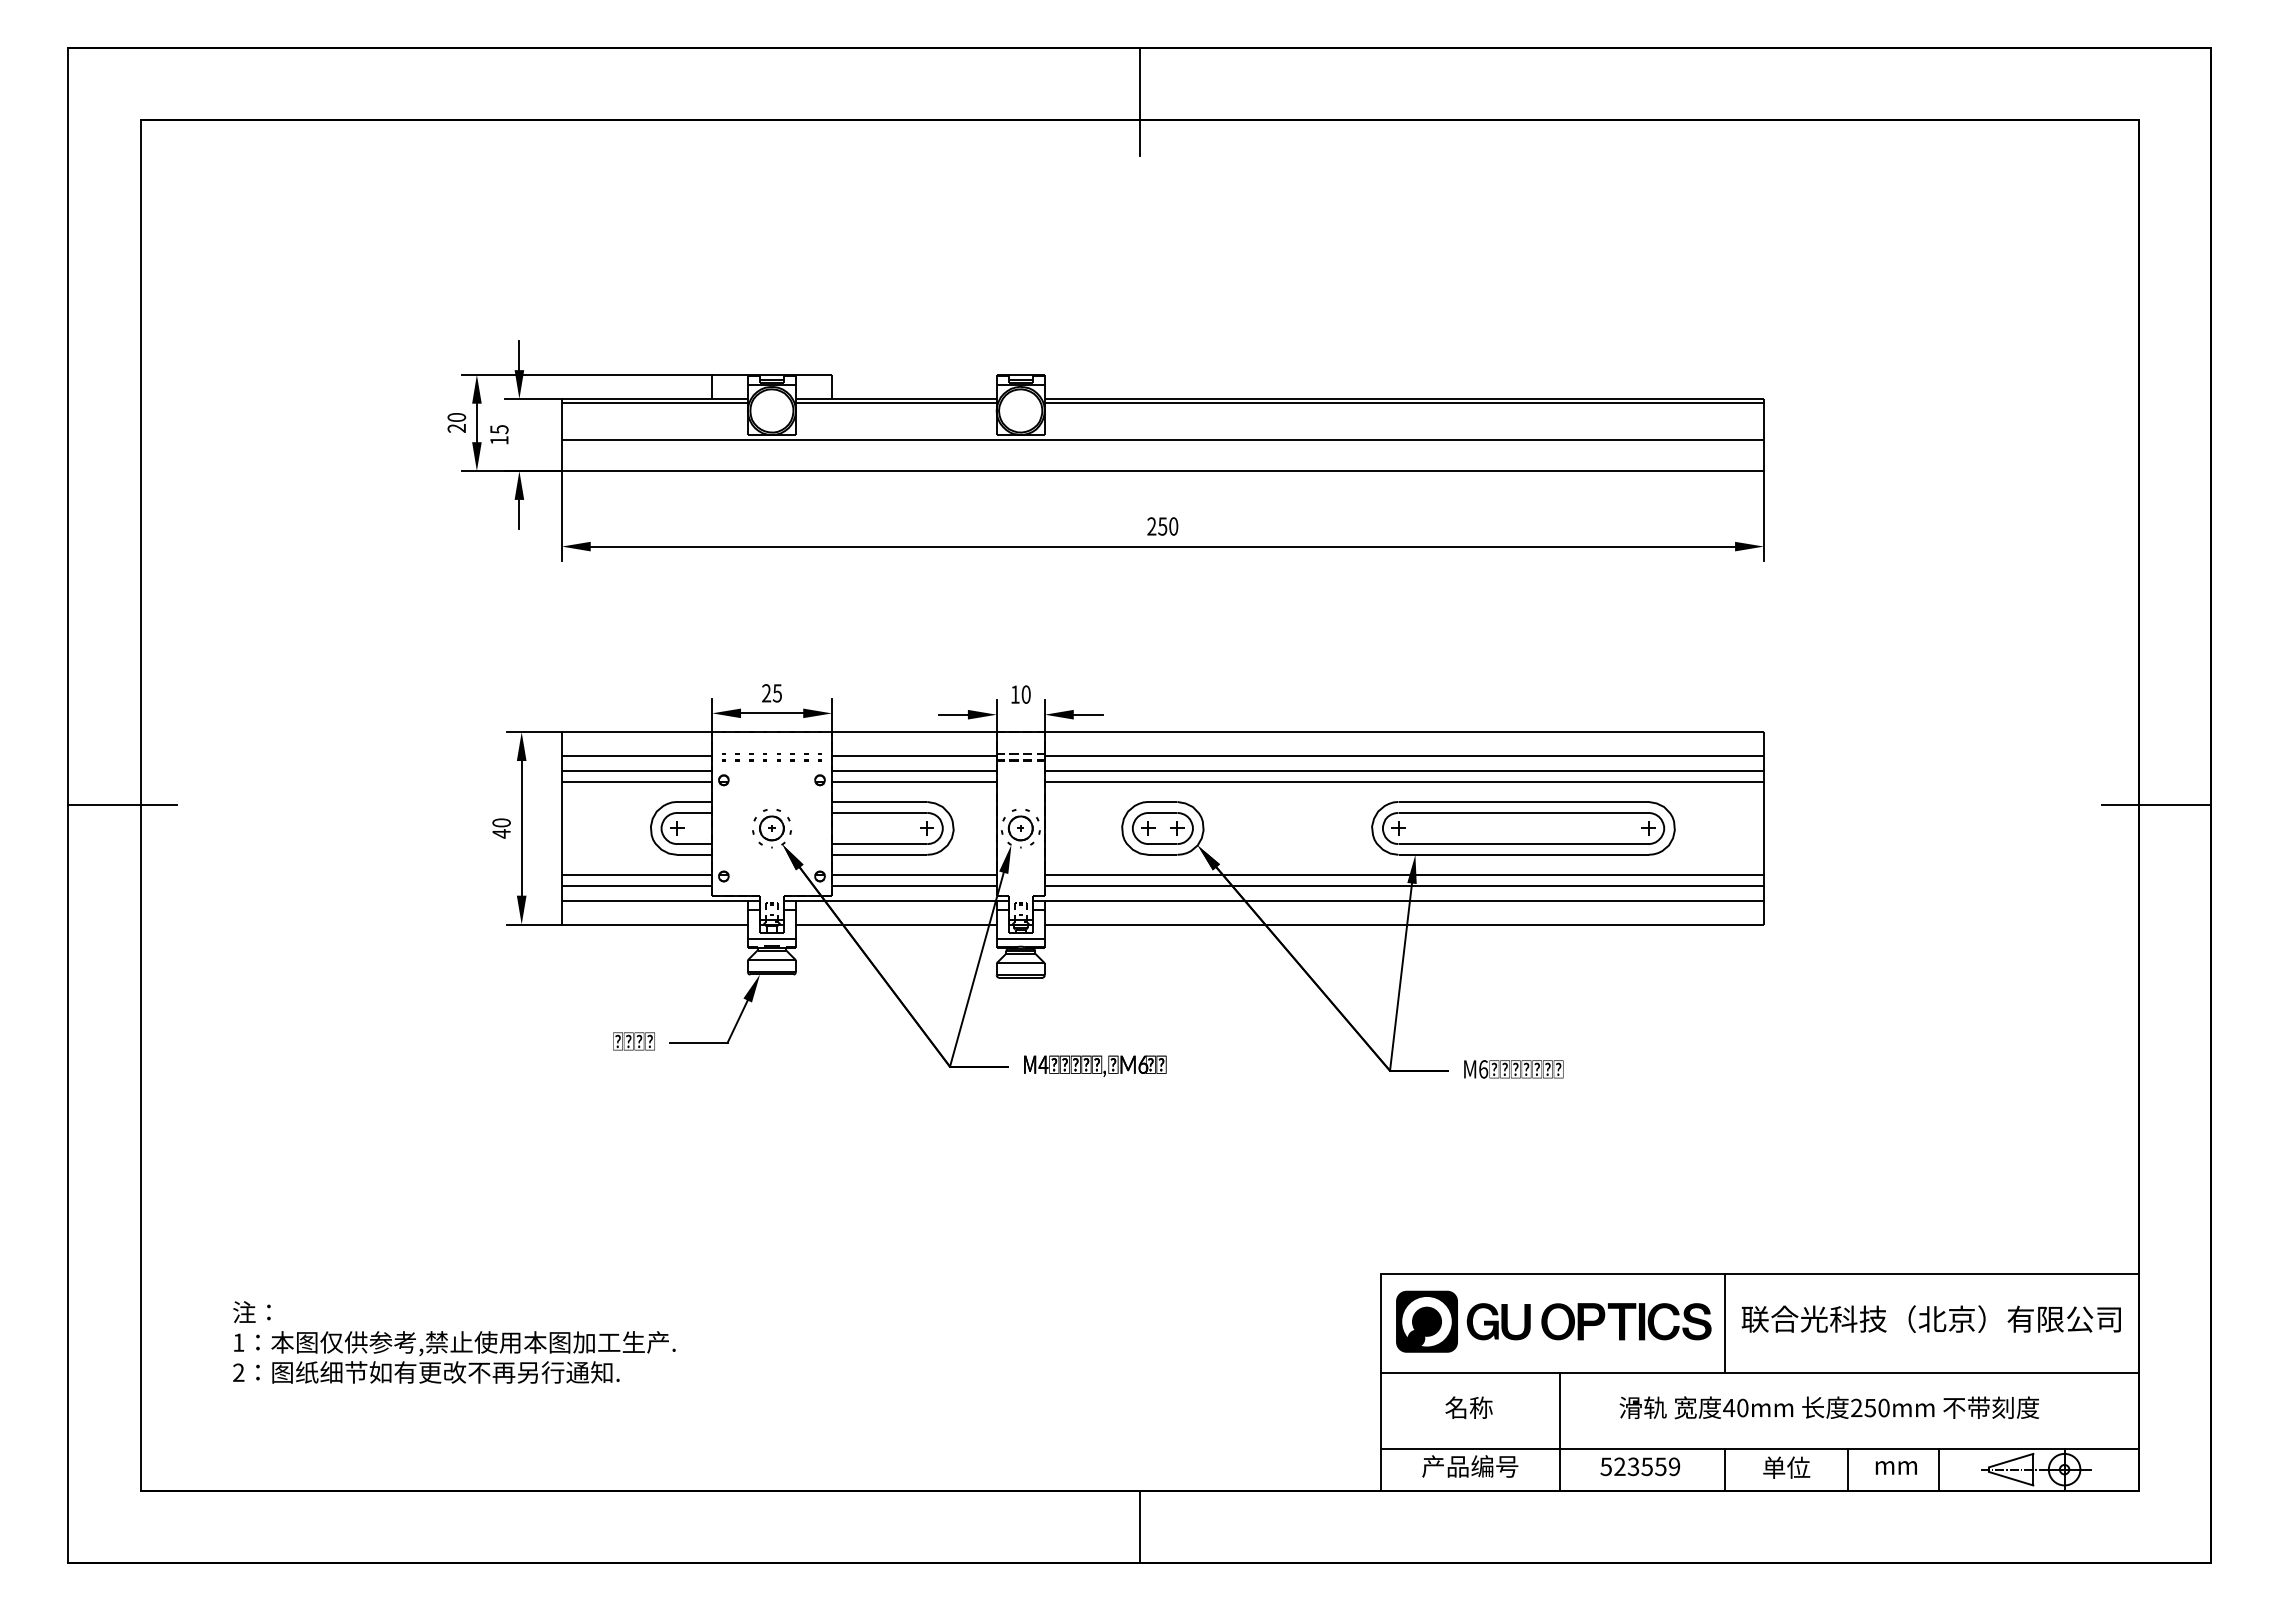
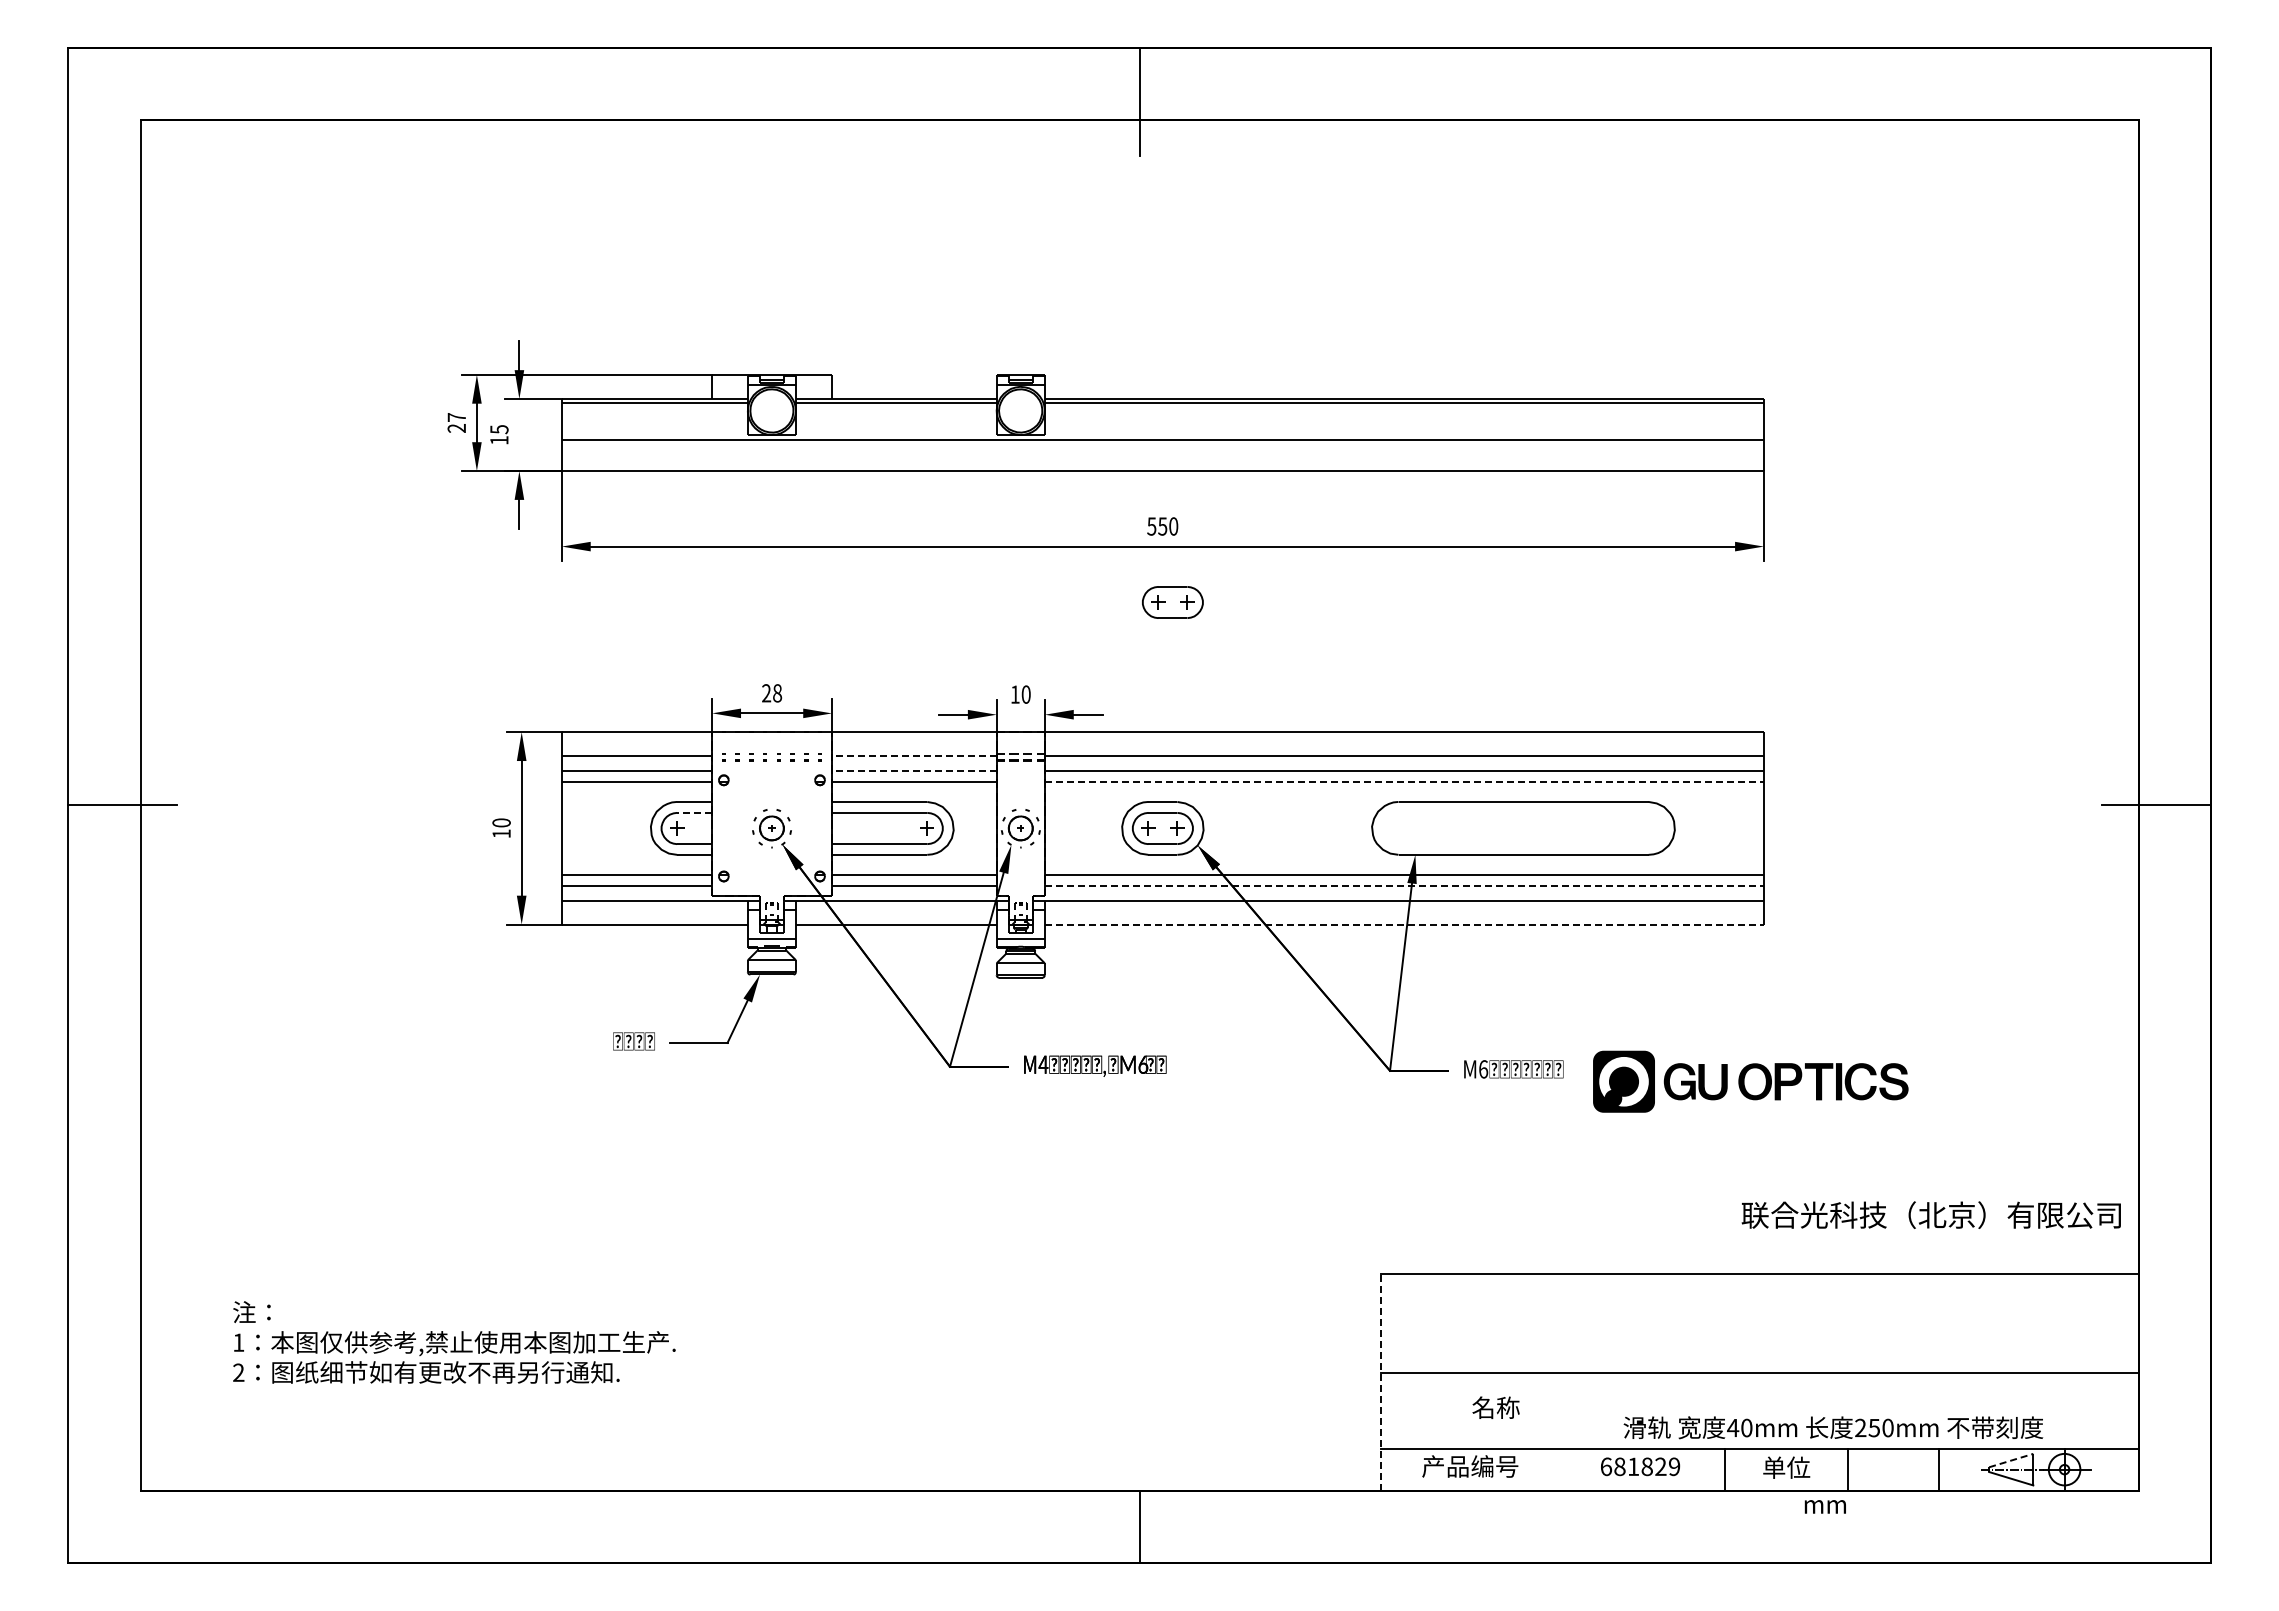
text at (456, 417): 20 -> 27
text at (1151, 526): 250 -> 550
part at (1172, 602): none -> present
text at (777, 693): 25 -> 28
line at (913, 756): solid -> dashed
line at (913, 770): solid -> dashed
line at (1404, 782): solid -> dashed
line at (693, 812): solid -> dashed
part at (1523, 828): present -> none
text at (501, 833): 40 -> 10
line at (1404, 886): solid -> dashed
line at (1404, 924): solid -> dashed
text at (1930, 1318) position: (1930, 1318) -> (1930, 1214)
part at (1553, 1321) position: (1553, 1321) -> (1750, 1081)
line at (1724, 1323): present -> none
line at (1381, 1382): solid -> dashed
text at (1468, 1407) position: (1468, 1407) -> (1495, 1407)
text at (1829, 1407) position: (1829, 1407) -> (1833, 1427)
line at (1559, 1431): present -> none
line at (2011, 1460): solid -> dashed
text at (1633, 1466): 523559 -> 681829
text at (1895, 1467) position: (1895, 1467) -> (1824, 1506)
